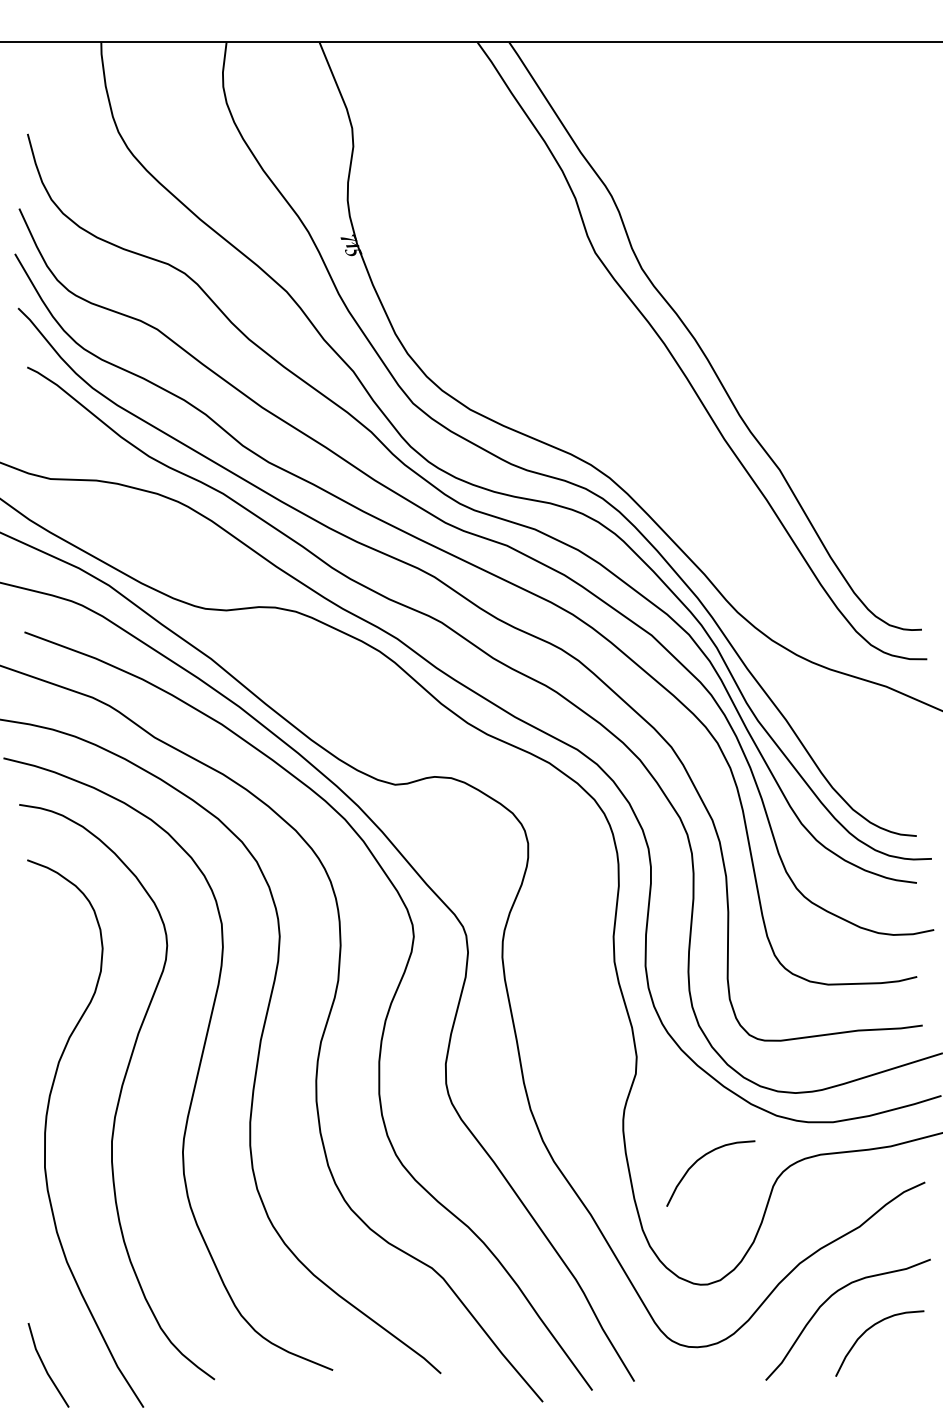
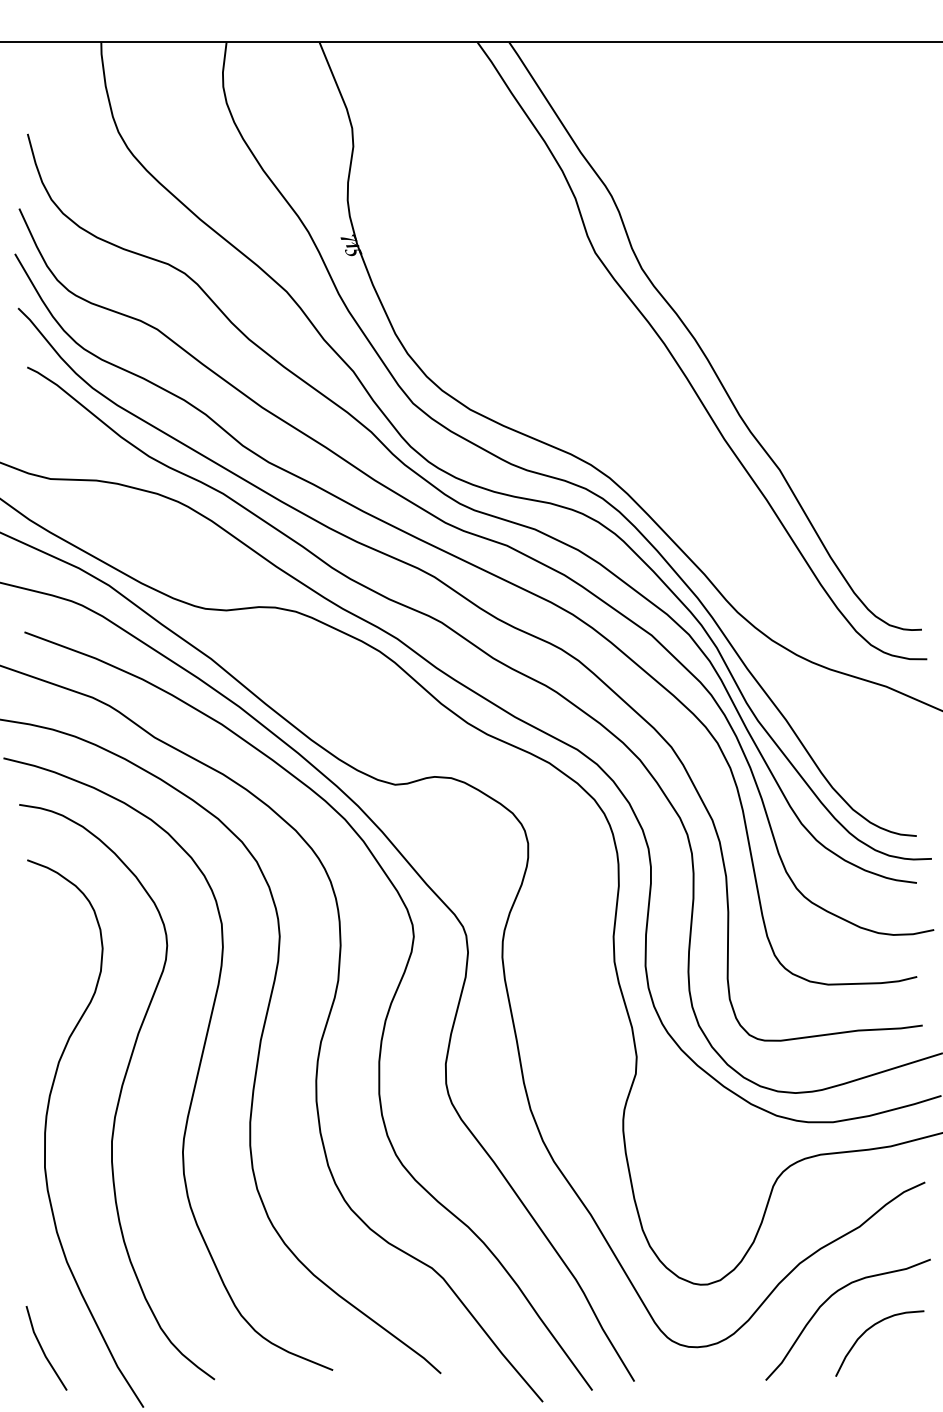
curve at (699, 1160): present -> none
line at (45, 1366) position: (45, 1366) -> (43, 1349)
